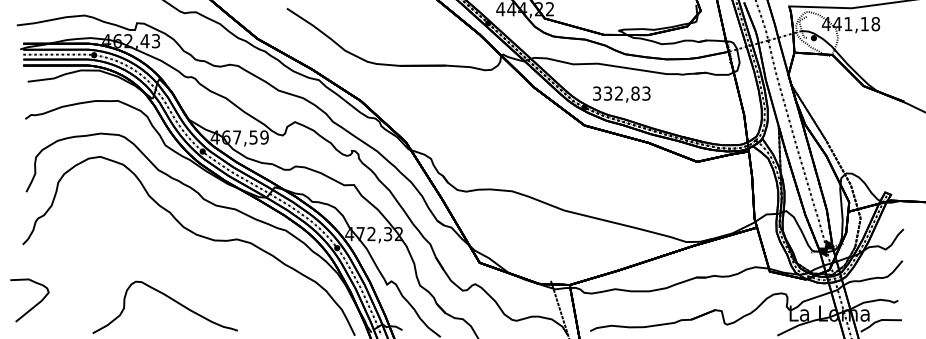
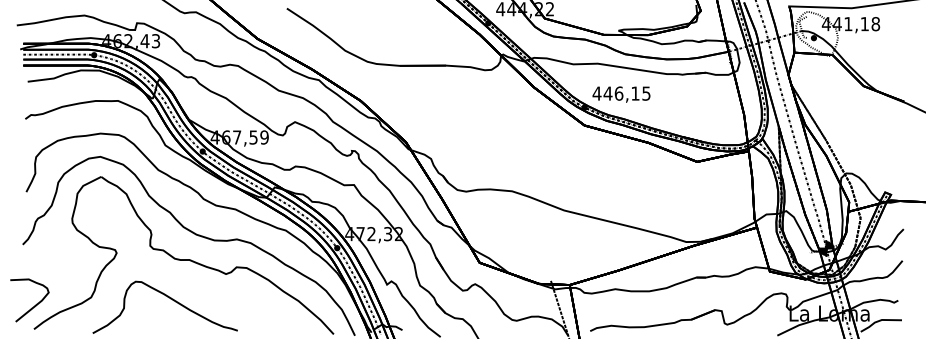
text at (621, 93): 332,83 -> 446,15
part at (183, 255): none -> present
